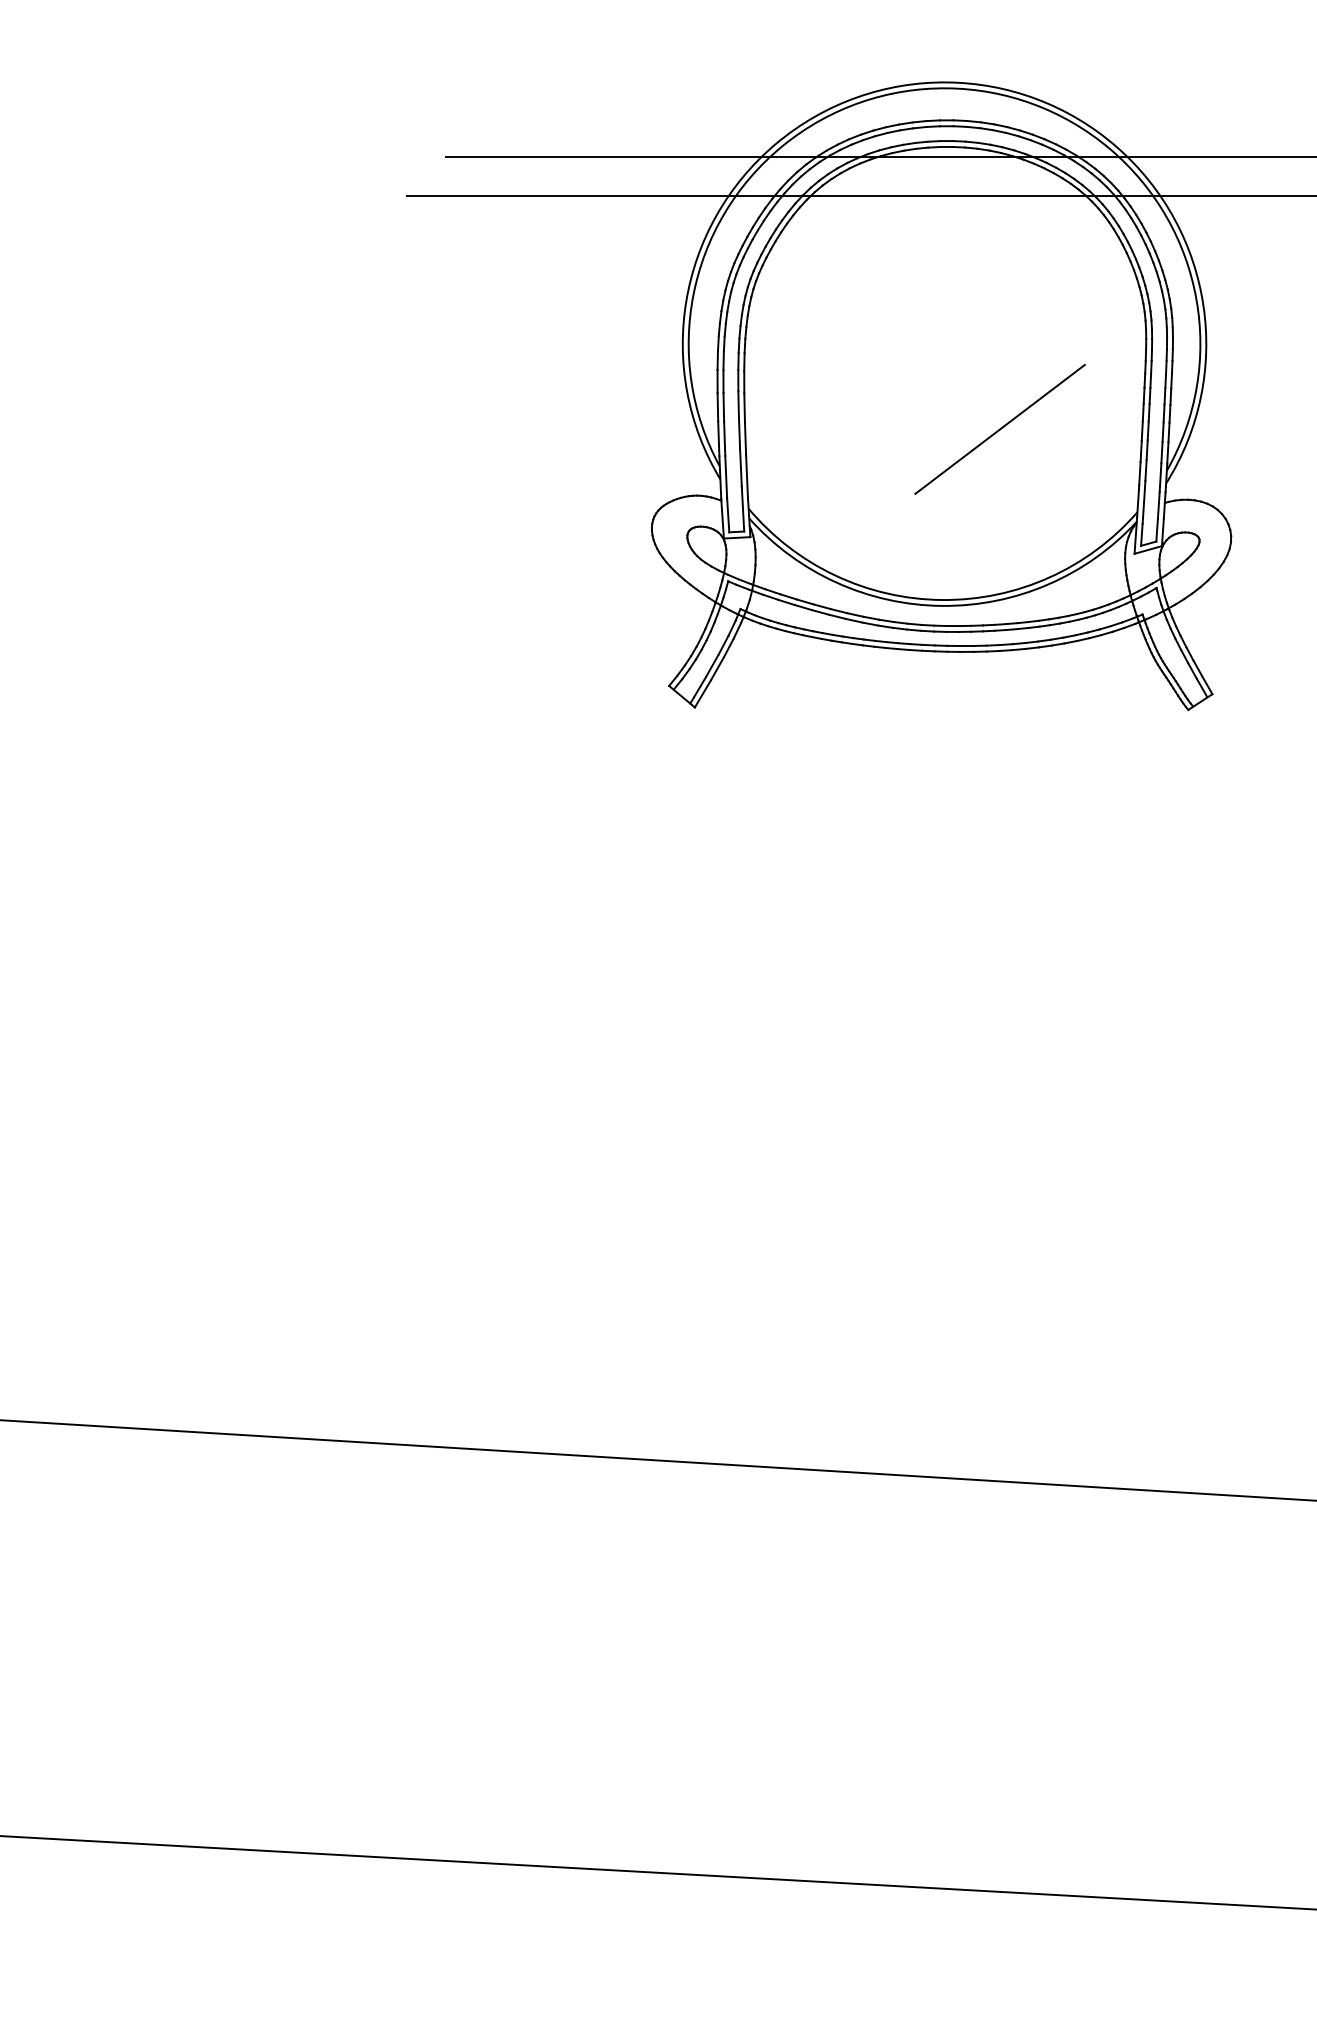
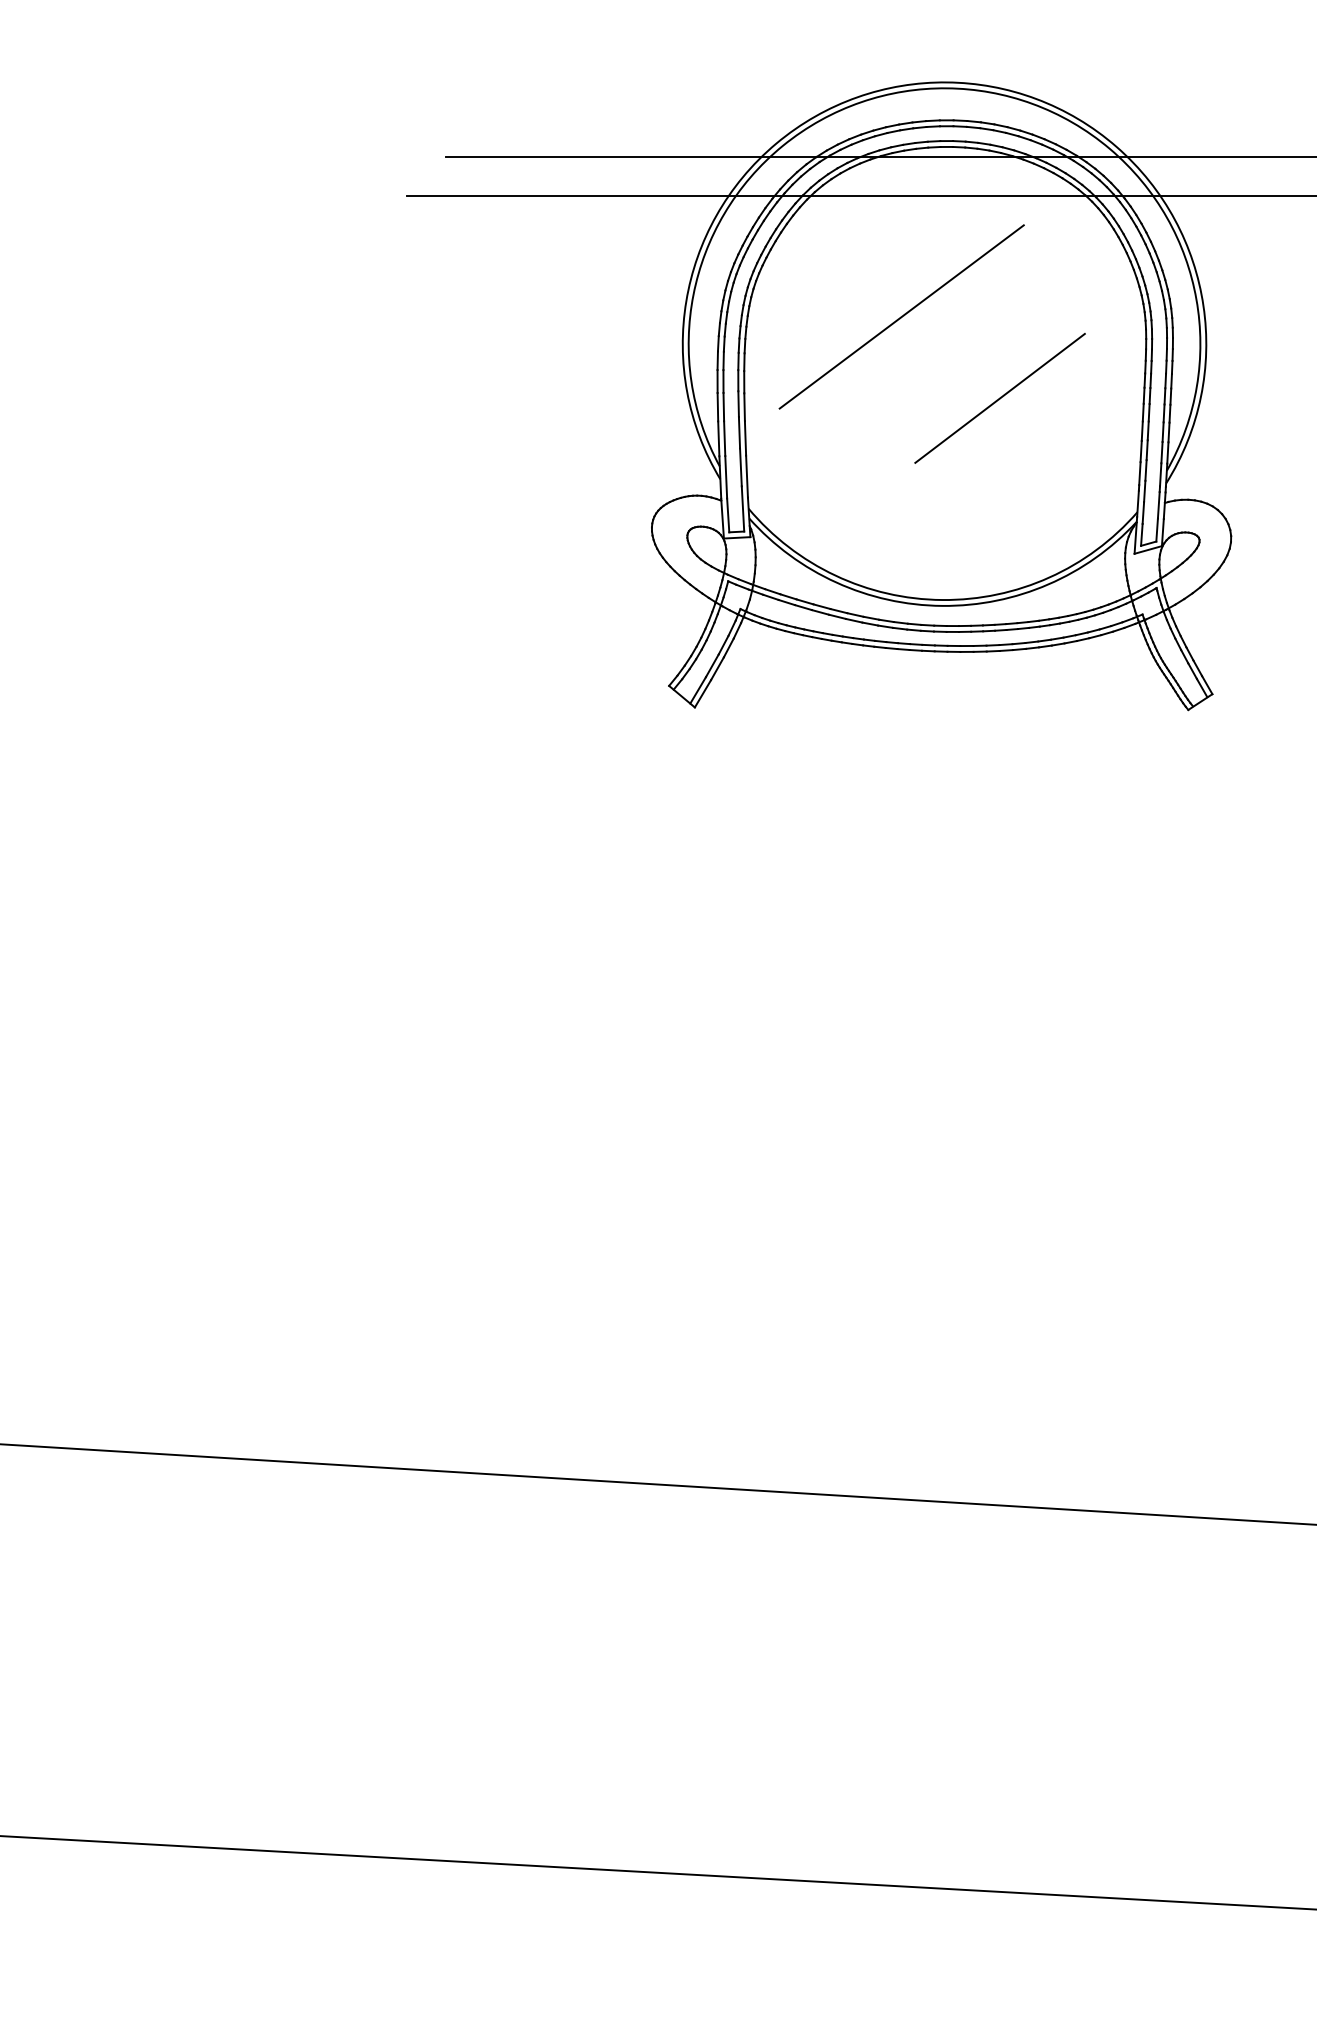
line at (901, 316): none -> present
line at (999, 429) position: (999, 429) -> (999, 398)
line at (657, 1460) position: (657, 1460) -> (657, 1484)
